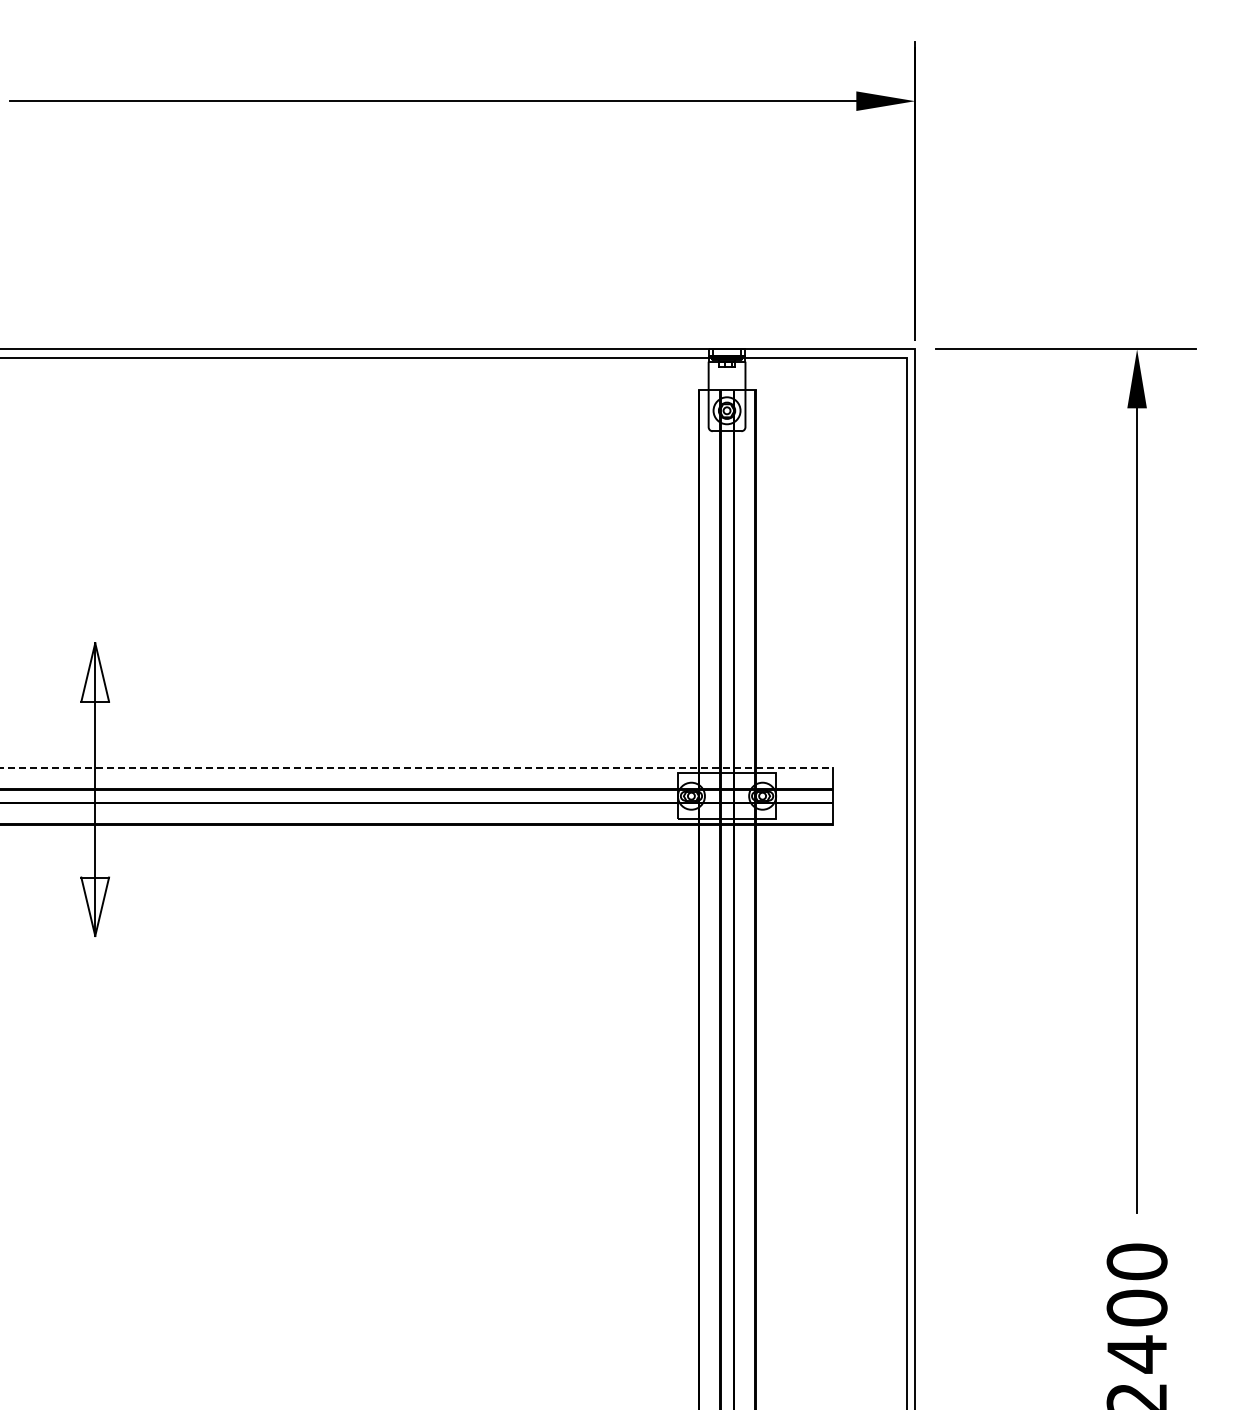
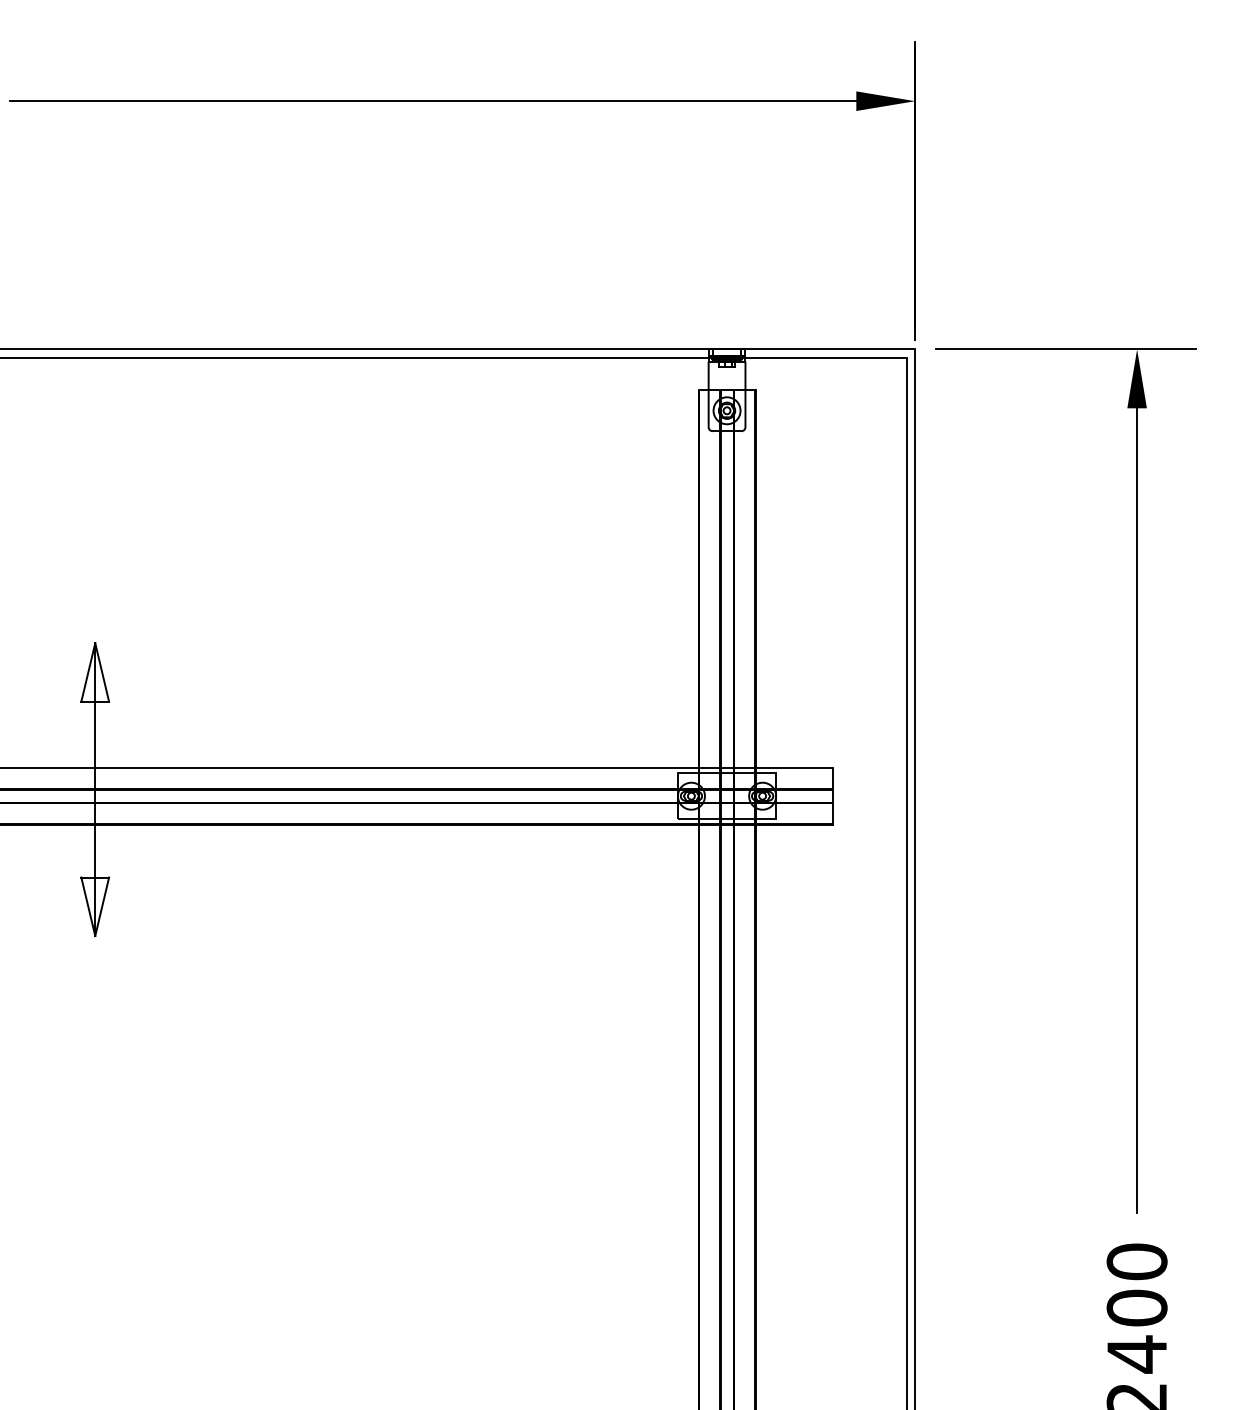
line at (417, 767): dashed -> solid
